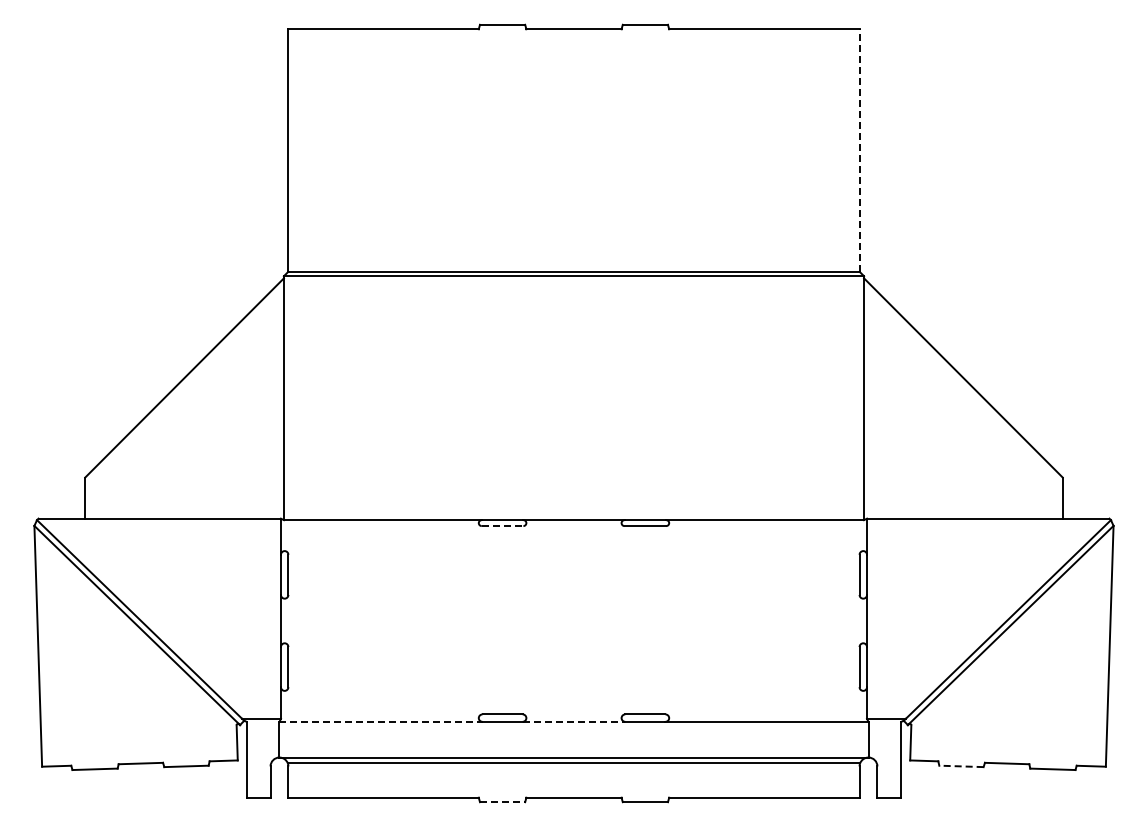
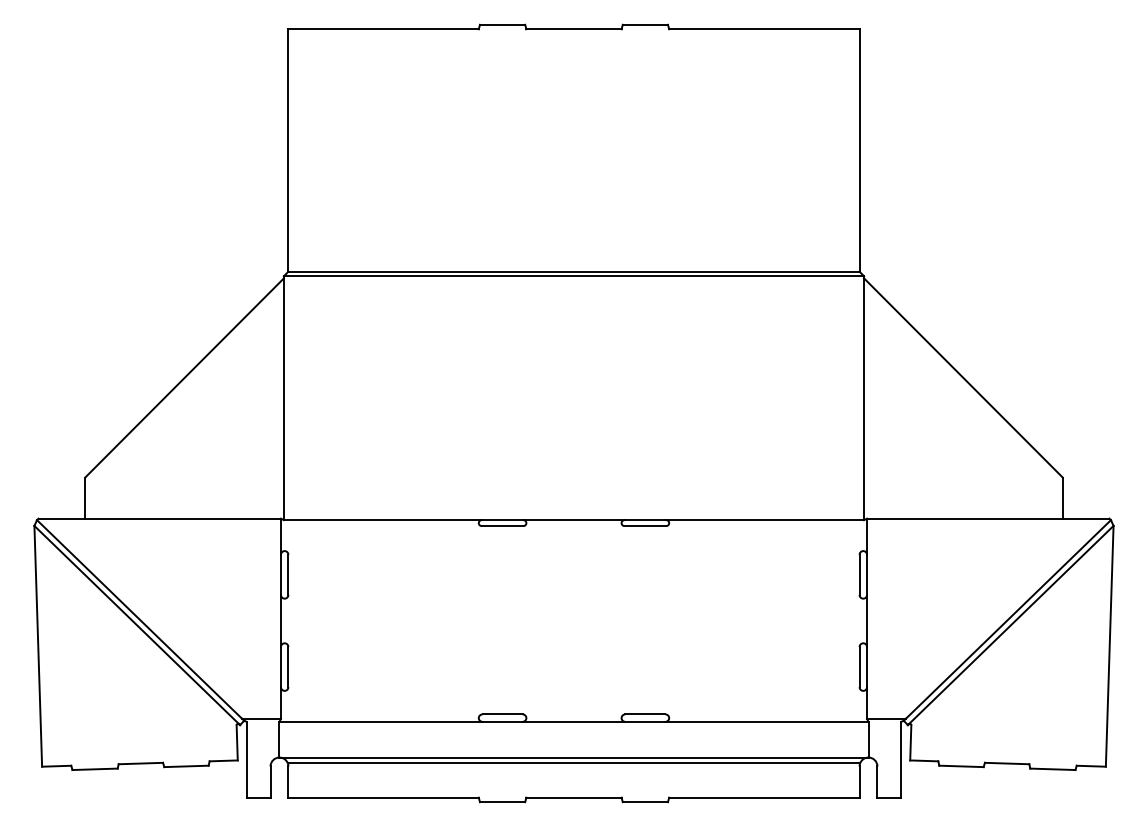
line at (859, 150): dashed -> solid
line at (502, 526): dashed -> solid
line at (381, 721): dashed -> solid
line at (574, 721): dashed -> solid
line at (960, 766): dashed -> solid
line at (502, 802): dashed -> solid
